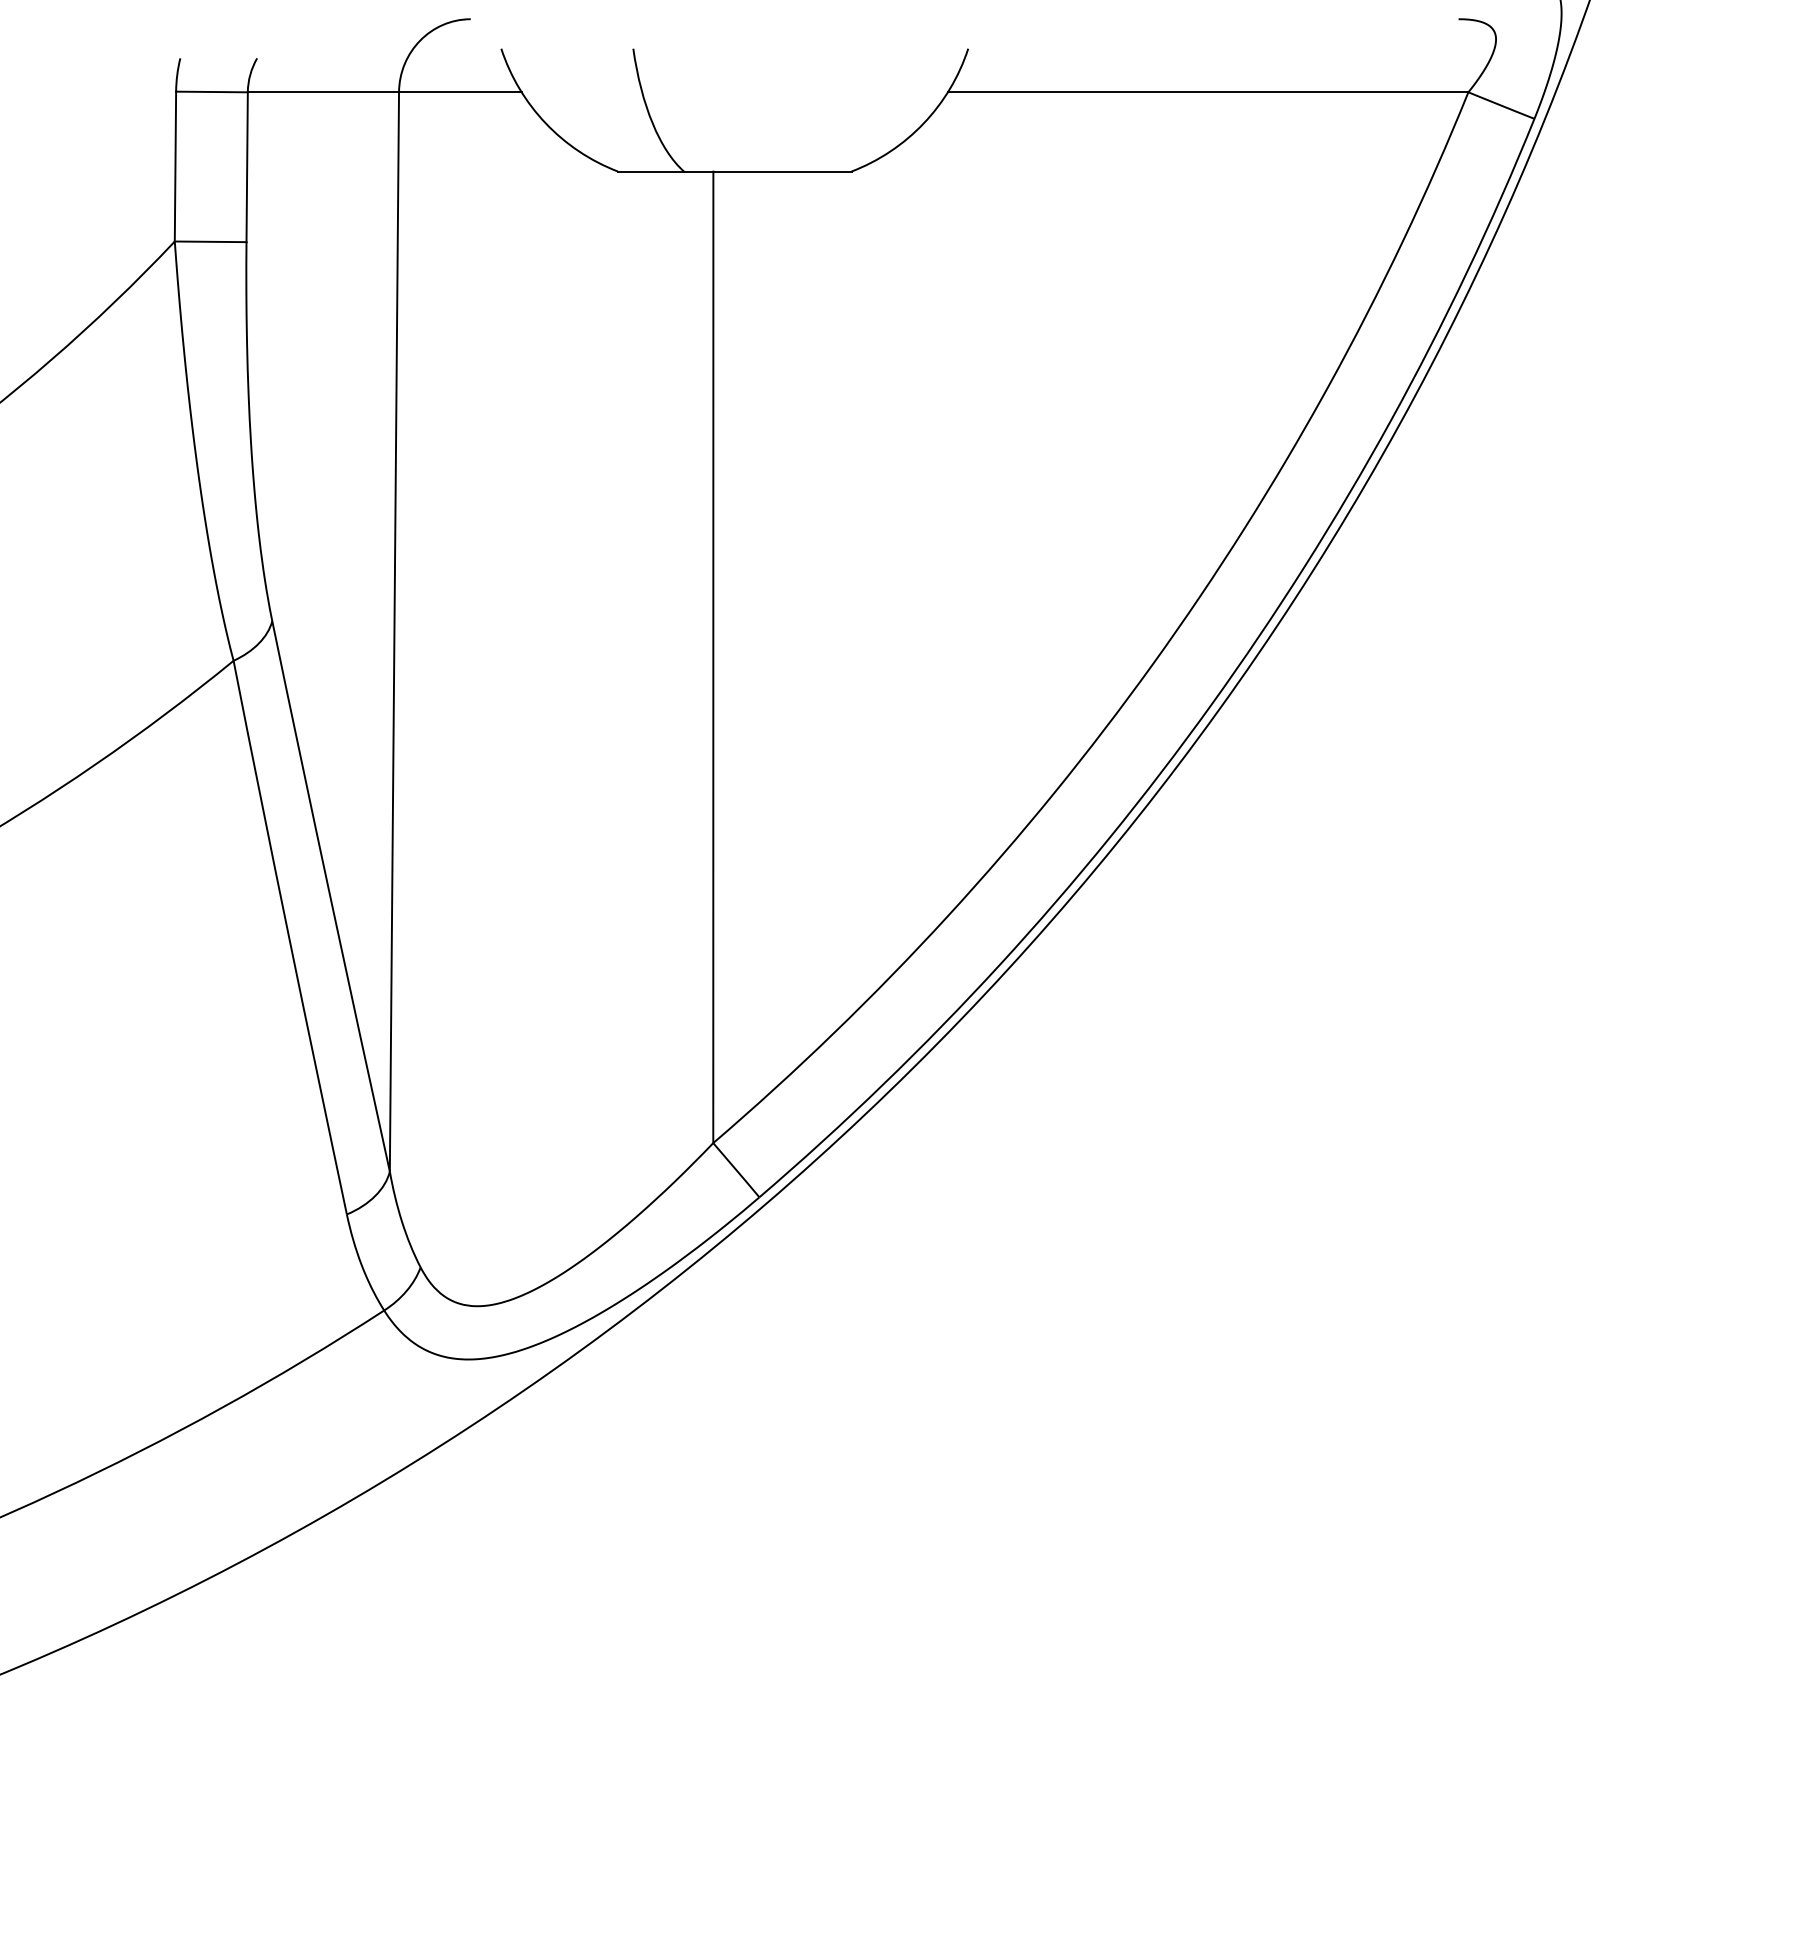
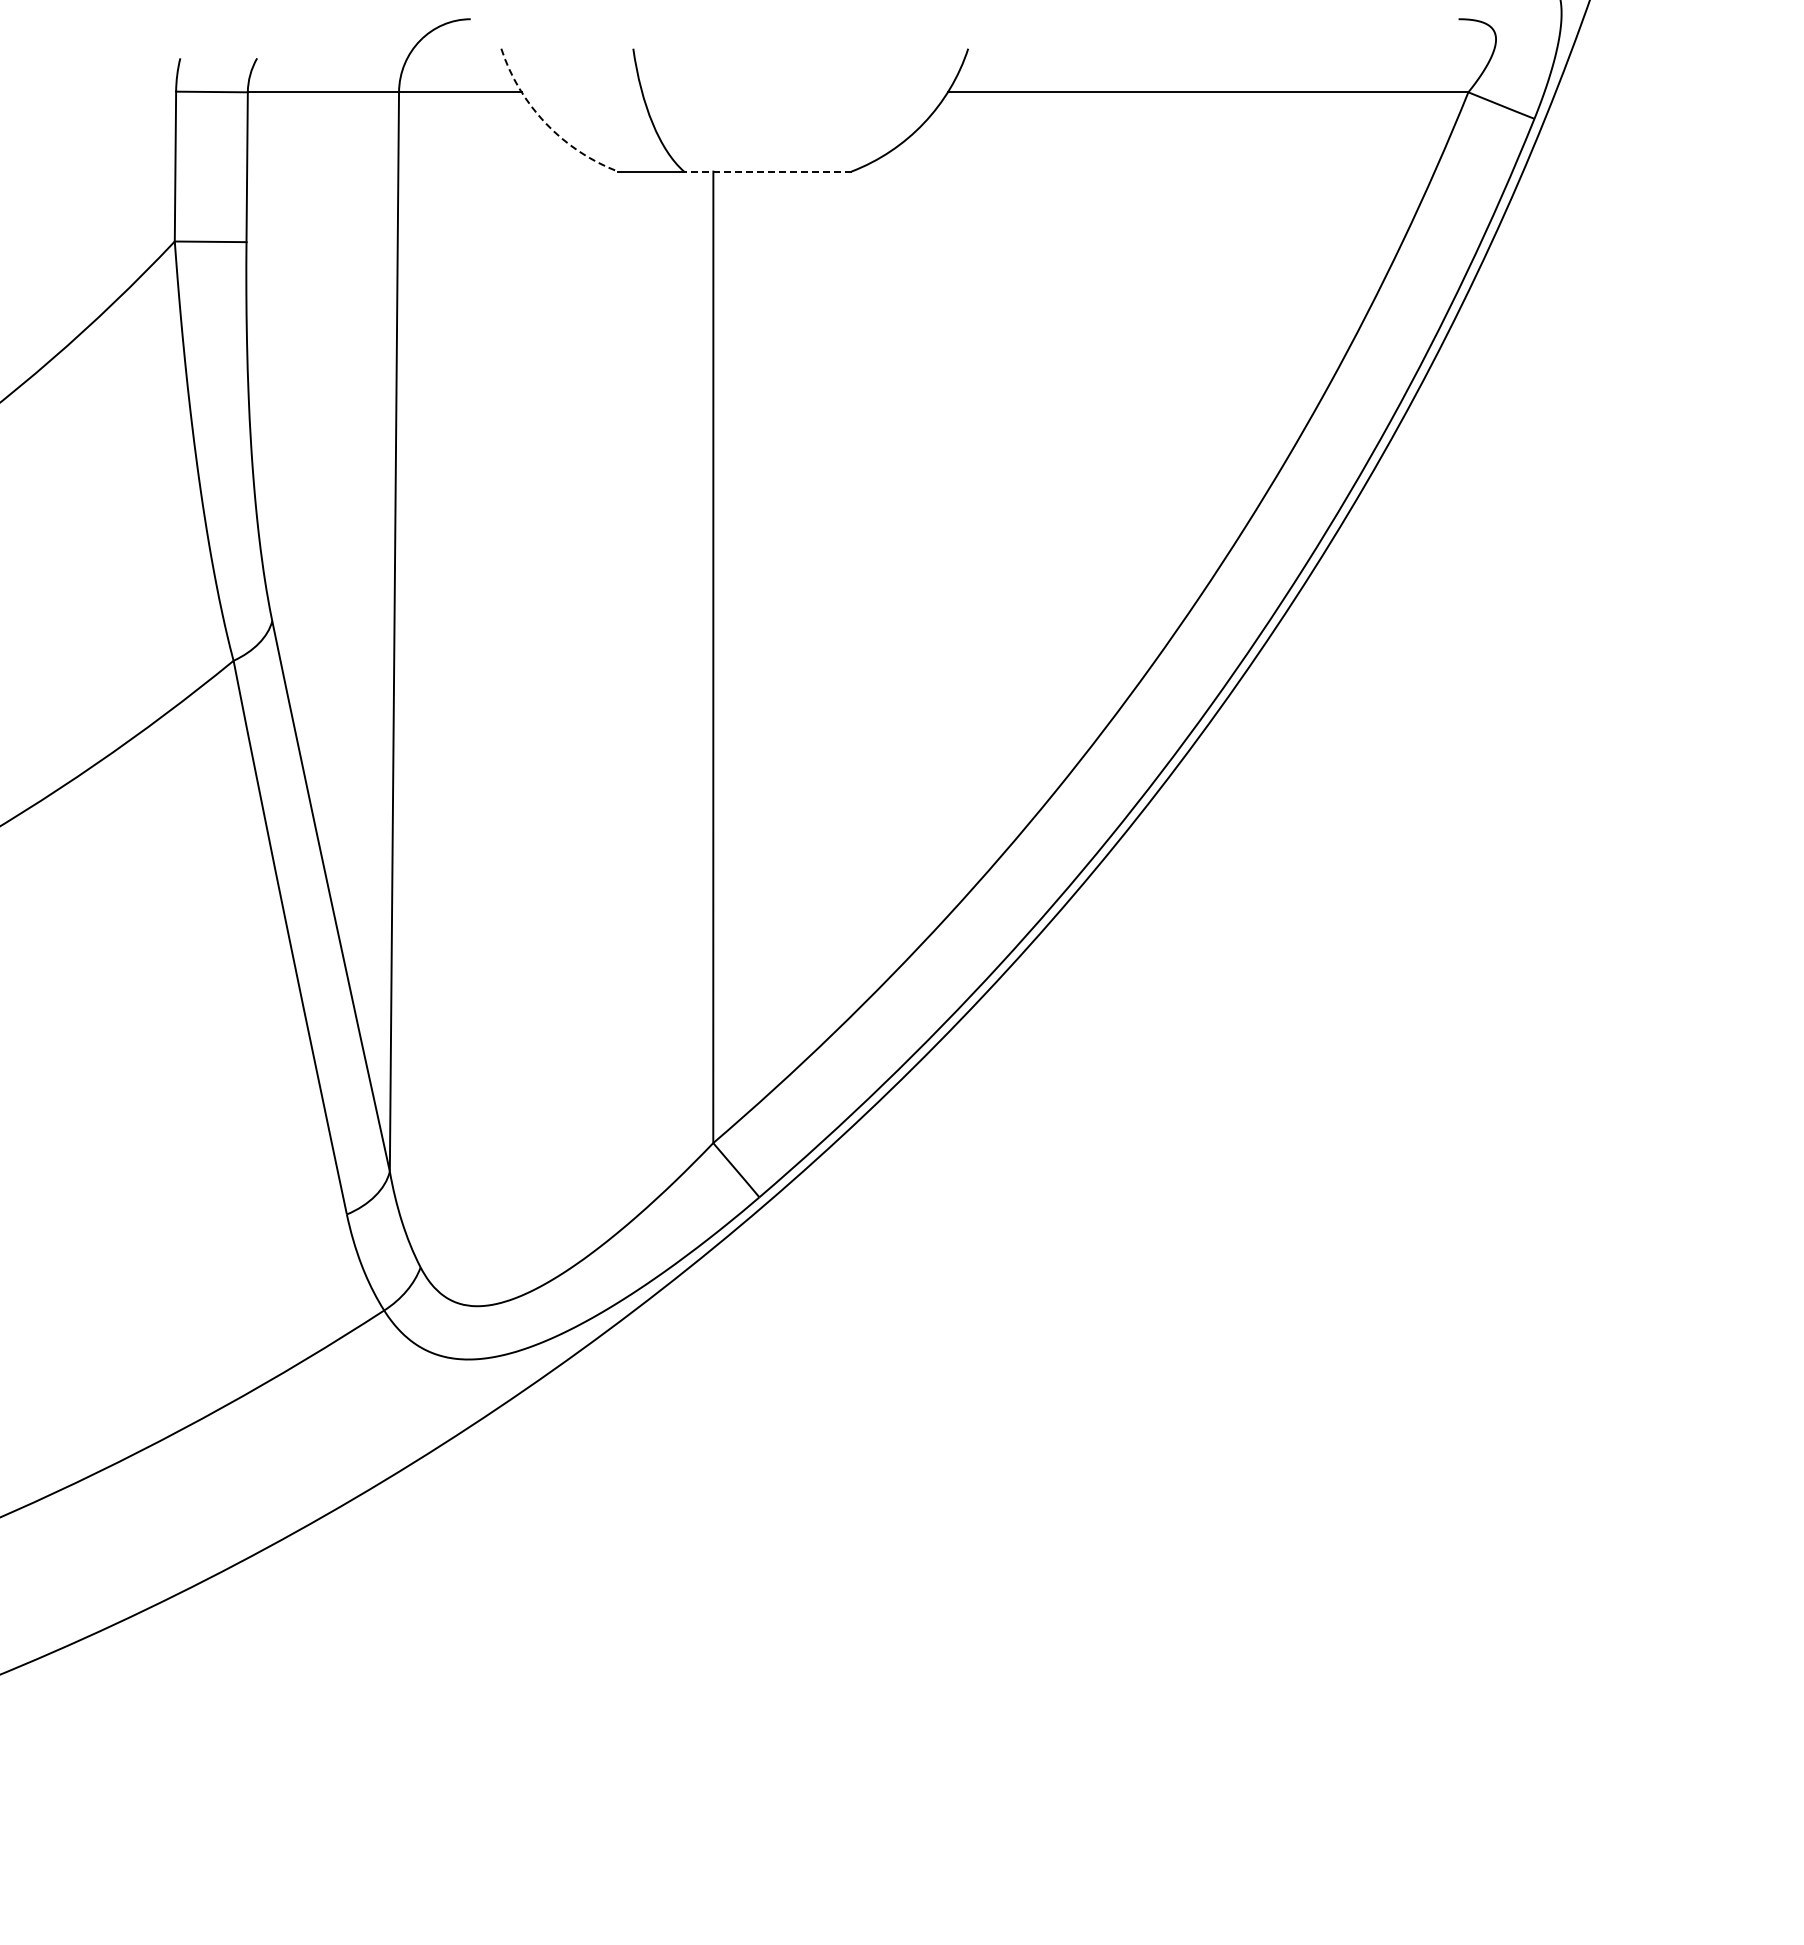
arc at (545, 123): solid -> dashed
line at (767, 171): solid -> dashed
